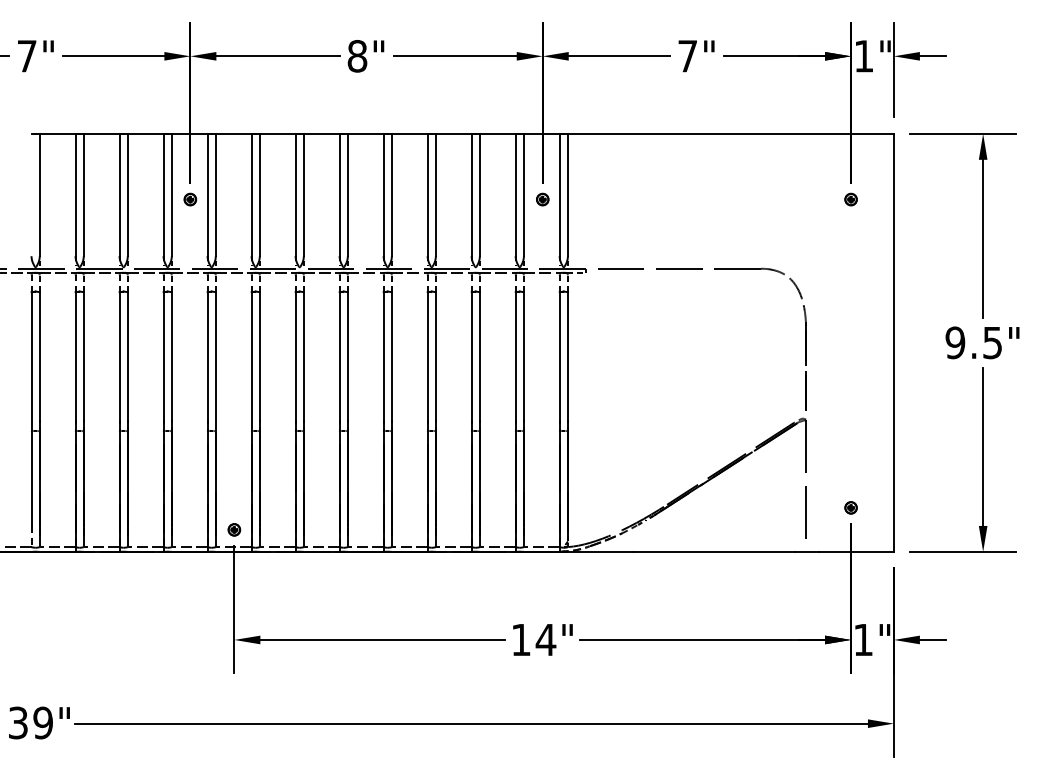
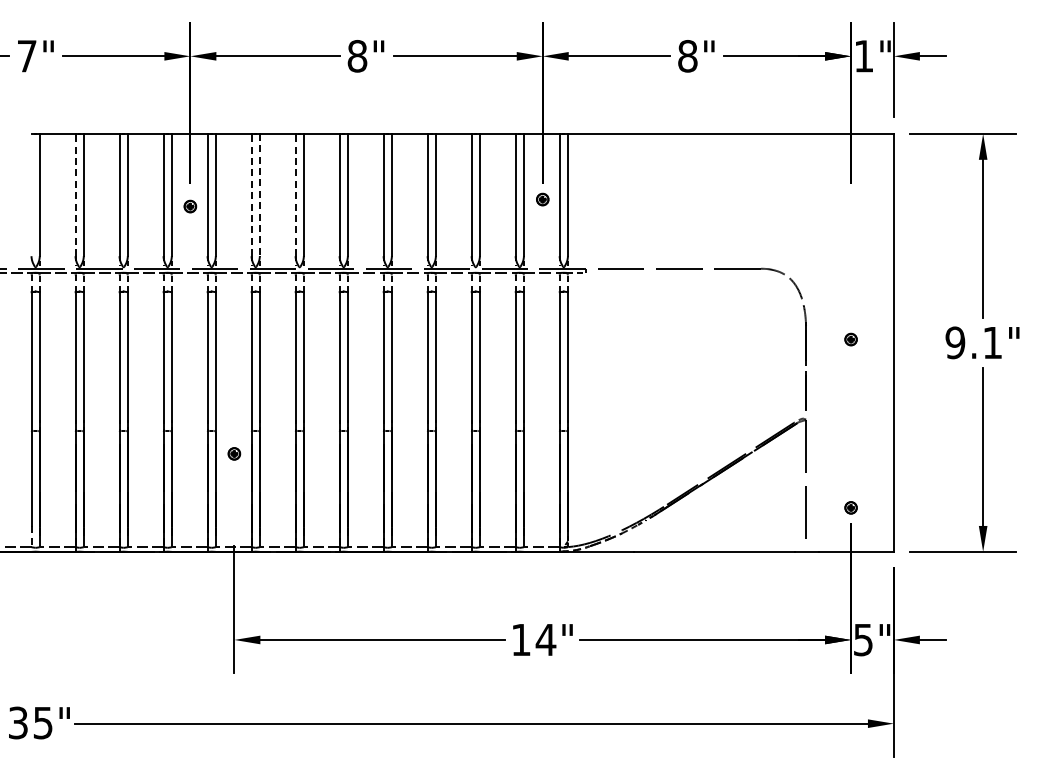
text at (687, 56): 7" -> 8"
line at (75, 194): solid -> dashed
line at (251, 194): solid -> dashed
line at (295, 194): solid -> dashed
line at (259, 195): solid -> dashed
part at (190, 199) position: (190, 199) -> (190, 206)
part at (850, 199) position: (850, 199) -> (850, 339)
text at (992, 343): 9.5" -> 9.1"
part at (234, 529) position: (234, 529) -> (234, 453)
text at (863, 640): 1" -> 5"
text at (42, 722): 39" -> 35"
